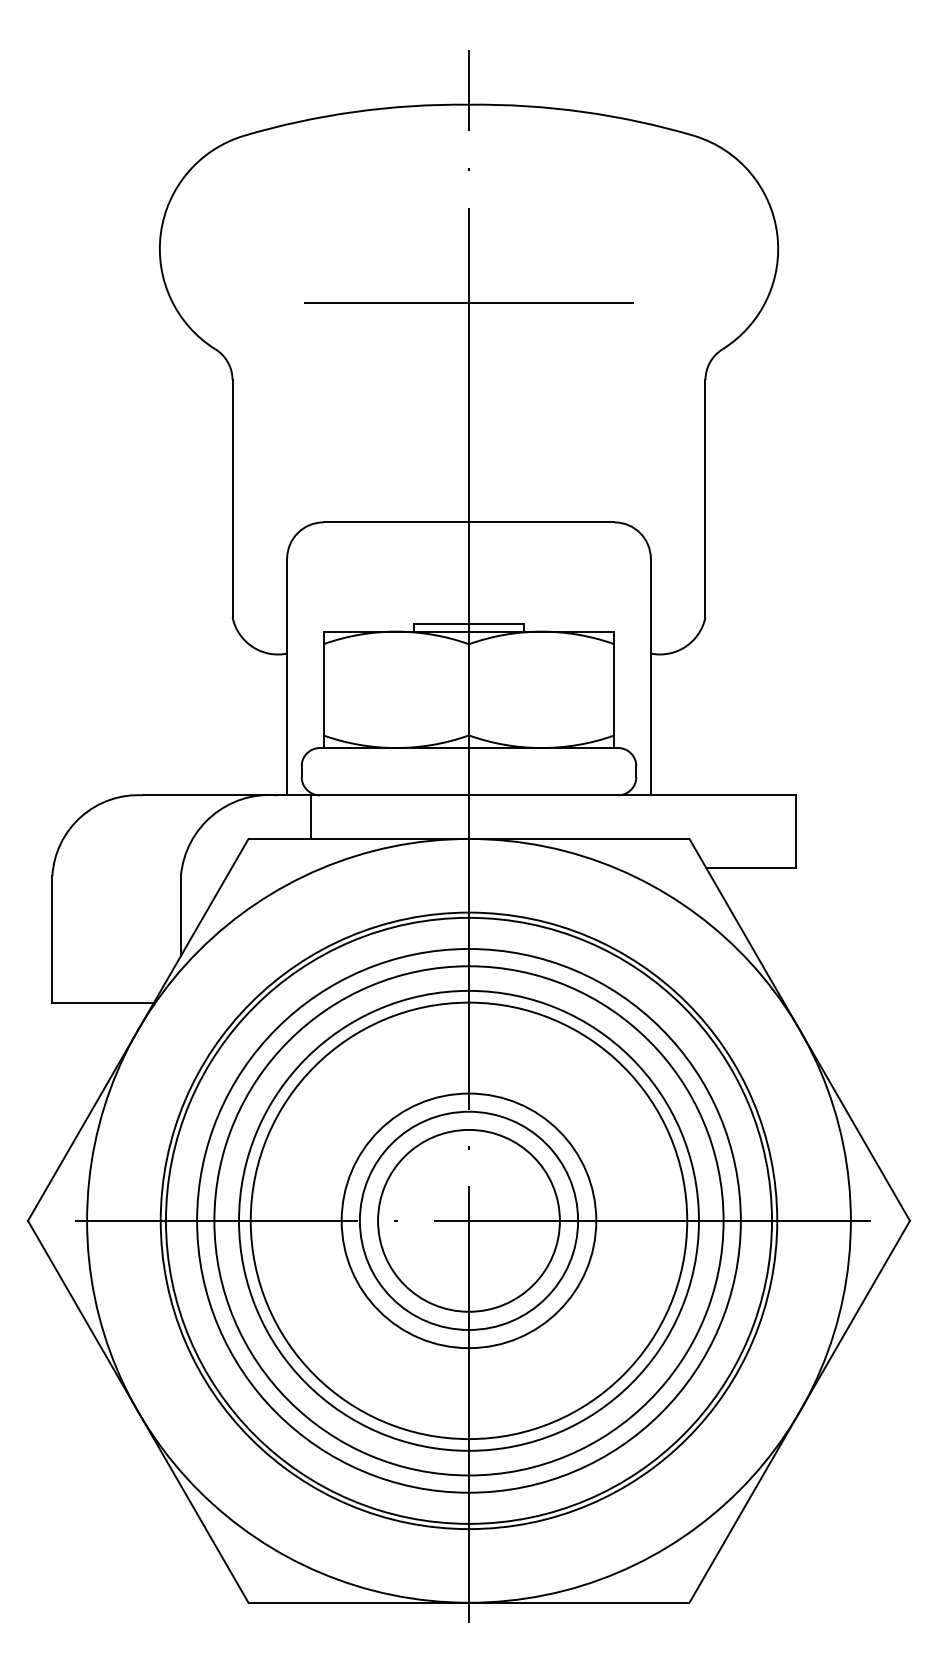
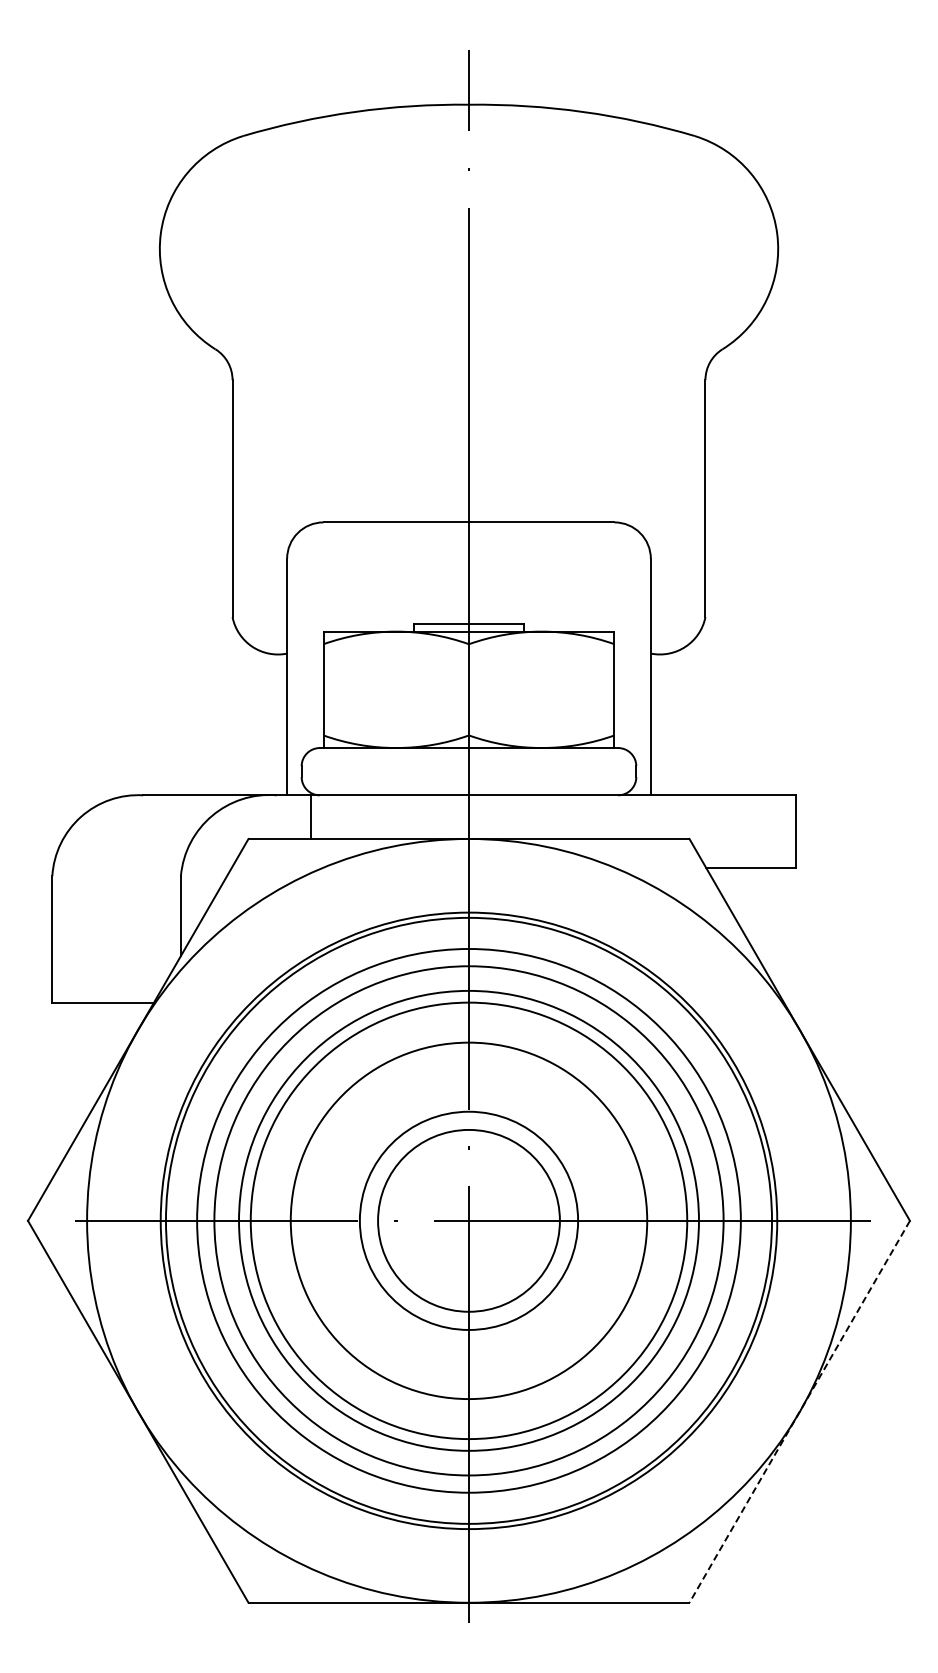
line at (468, 303): present -> none
circle at (468, 1220) diameter: 255 px -> 356 px
line at (799, 1412): solid -> dashed
